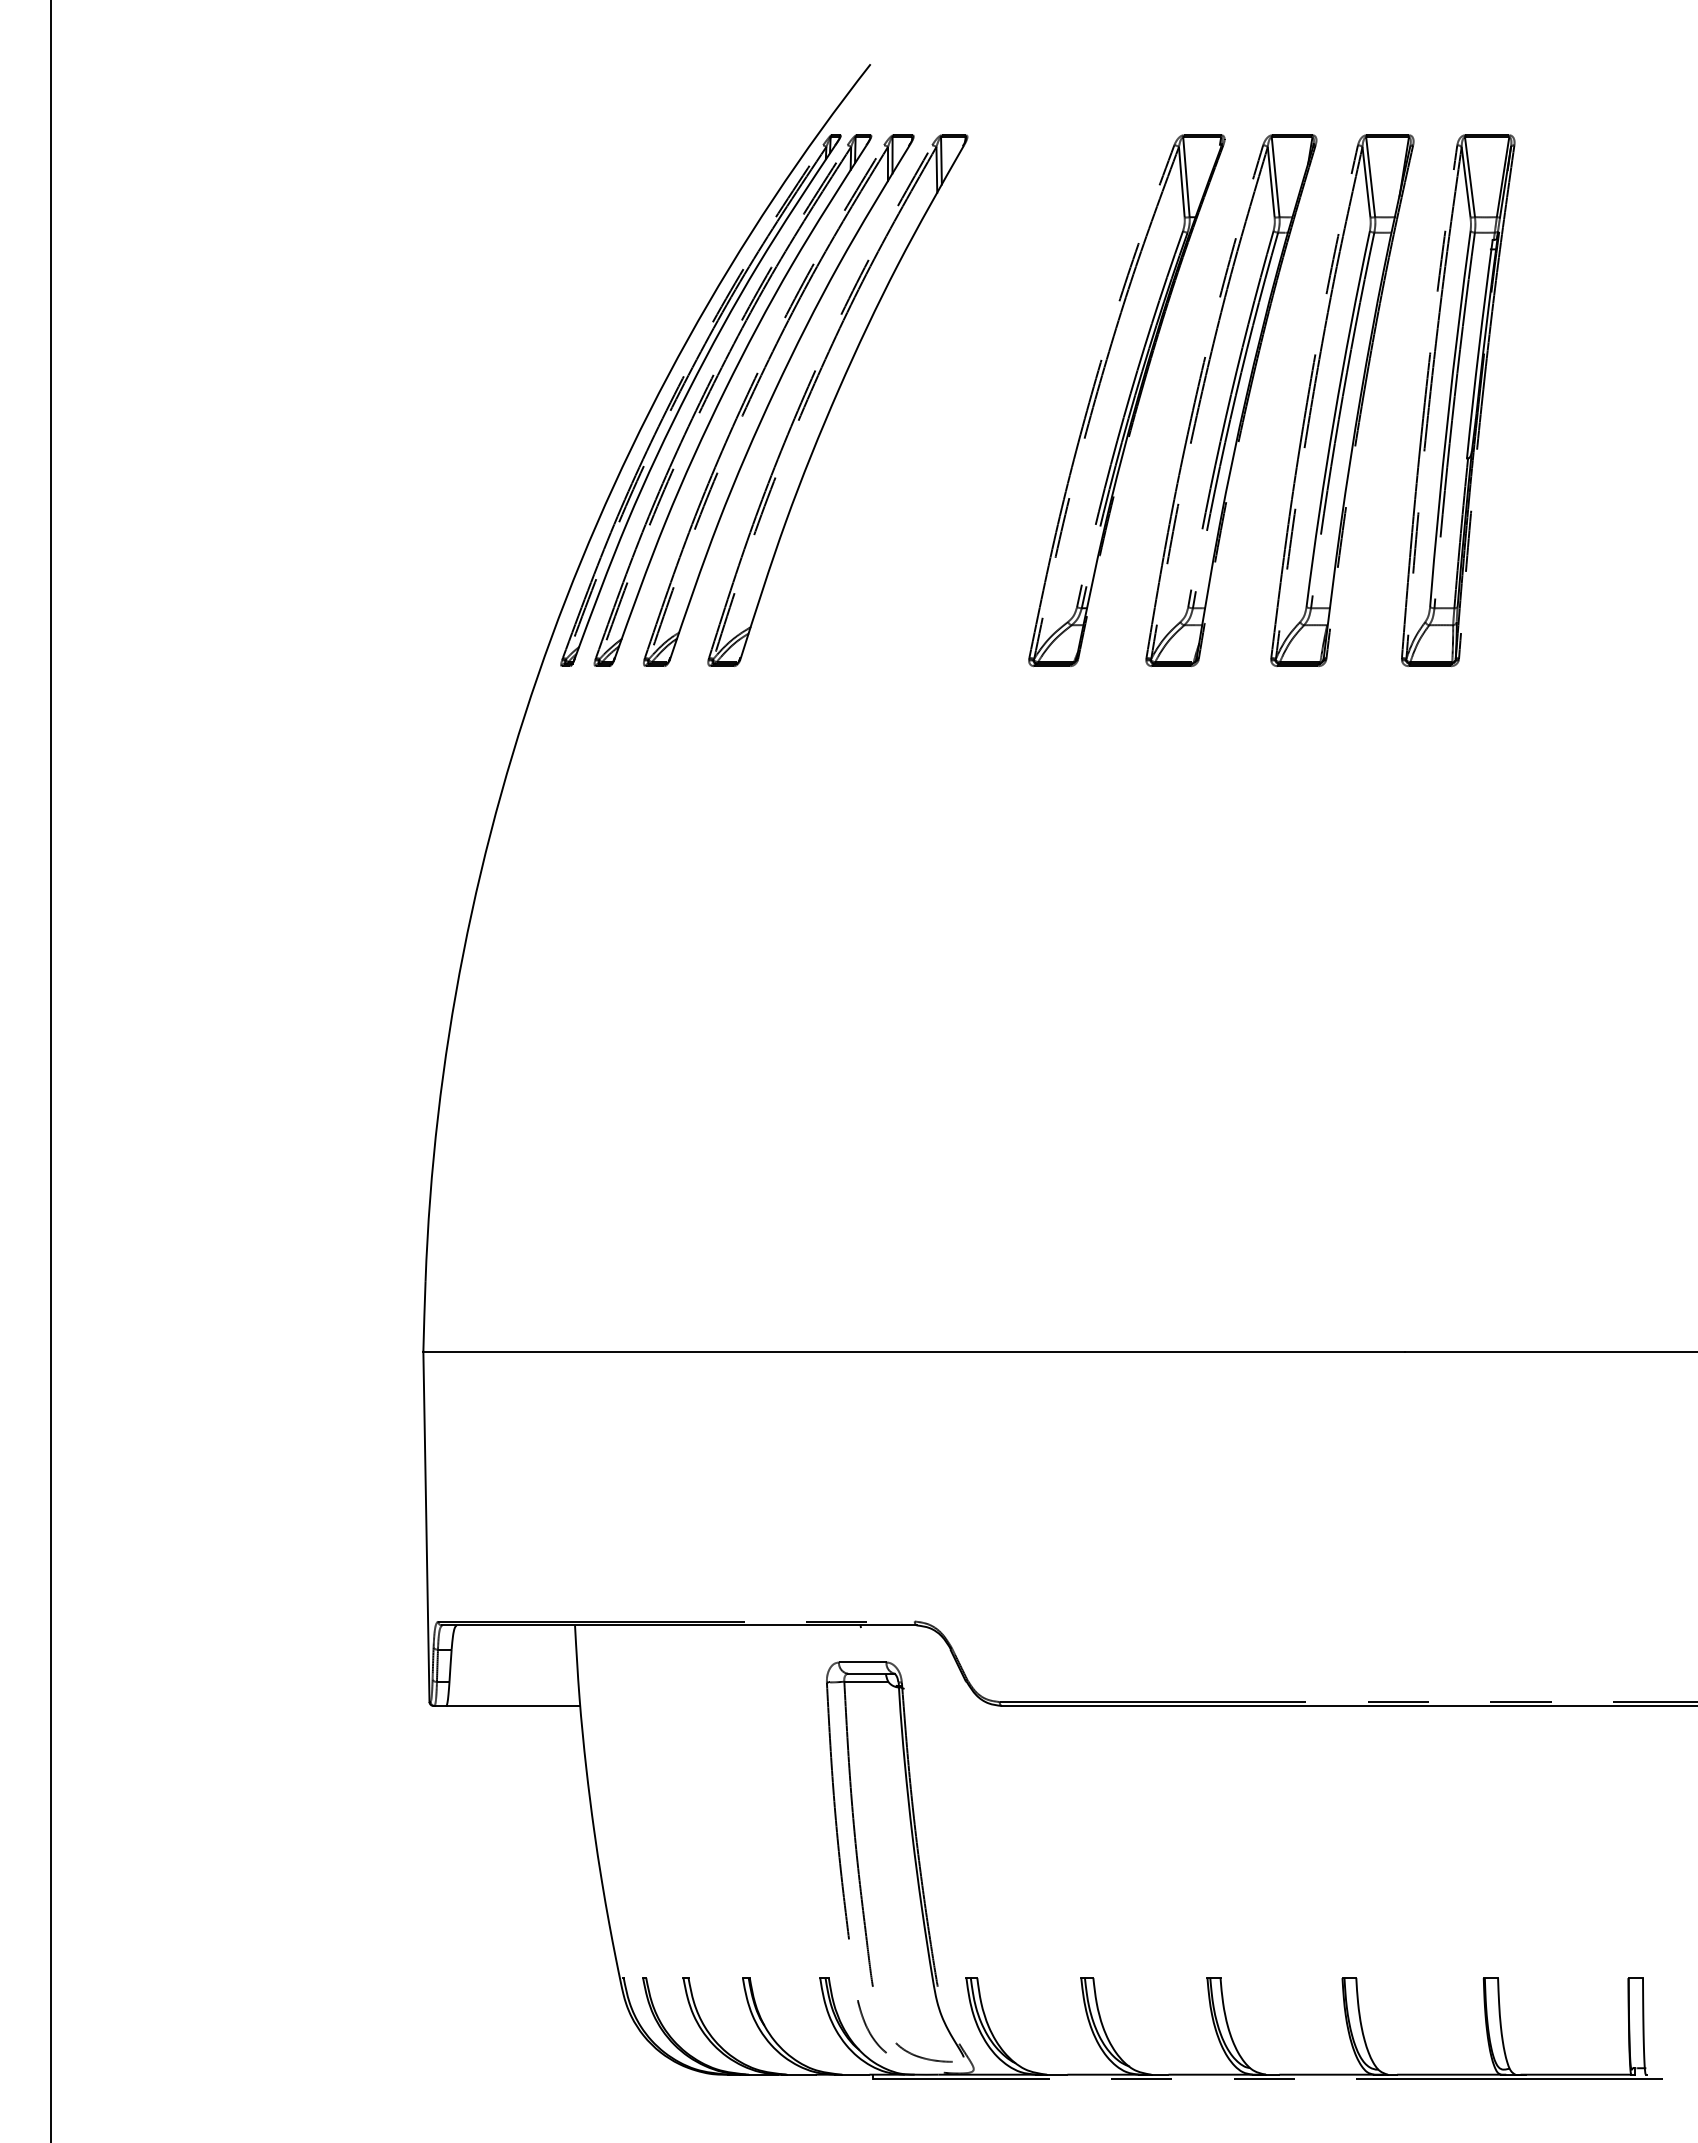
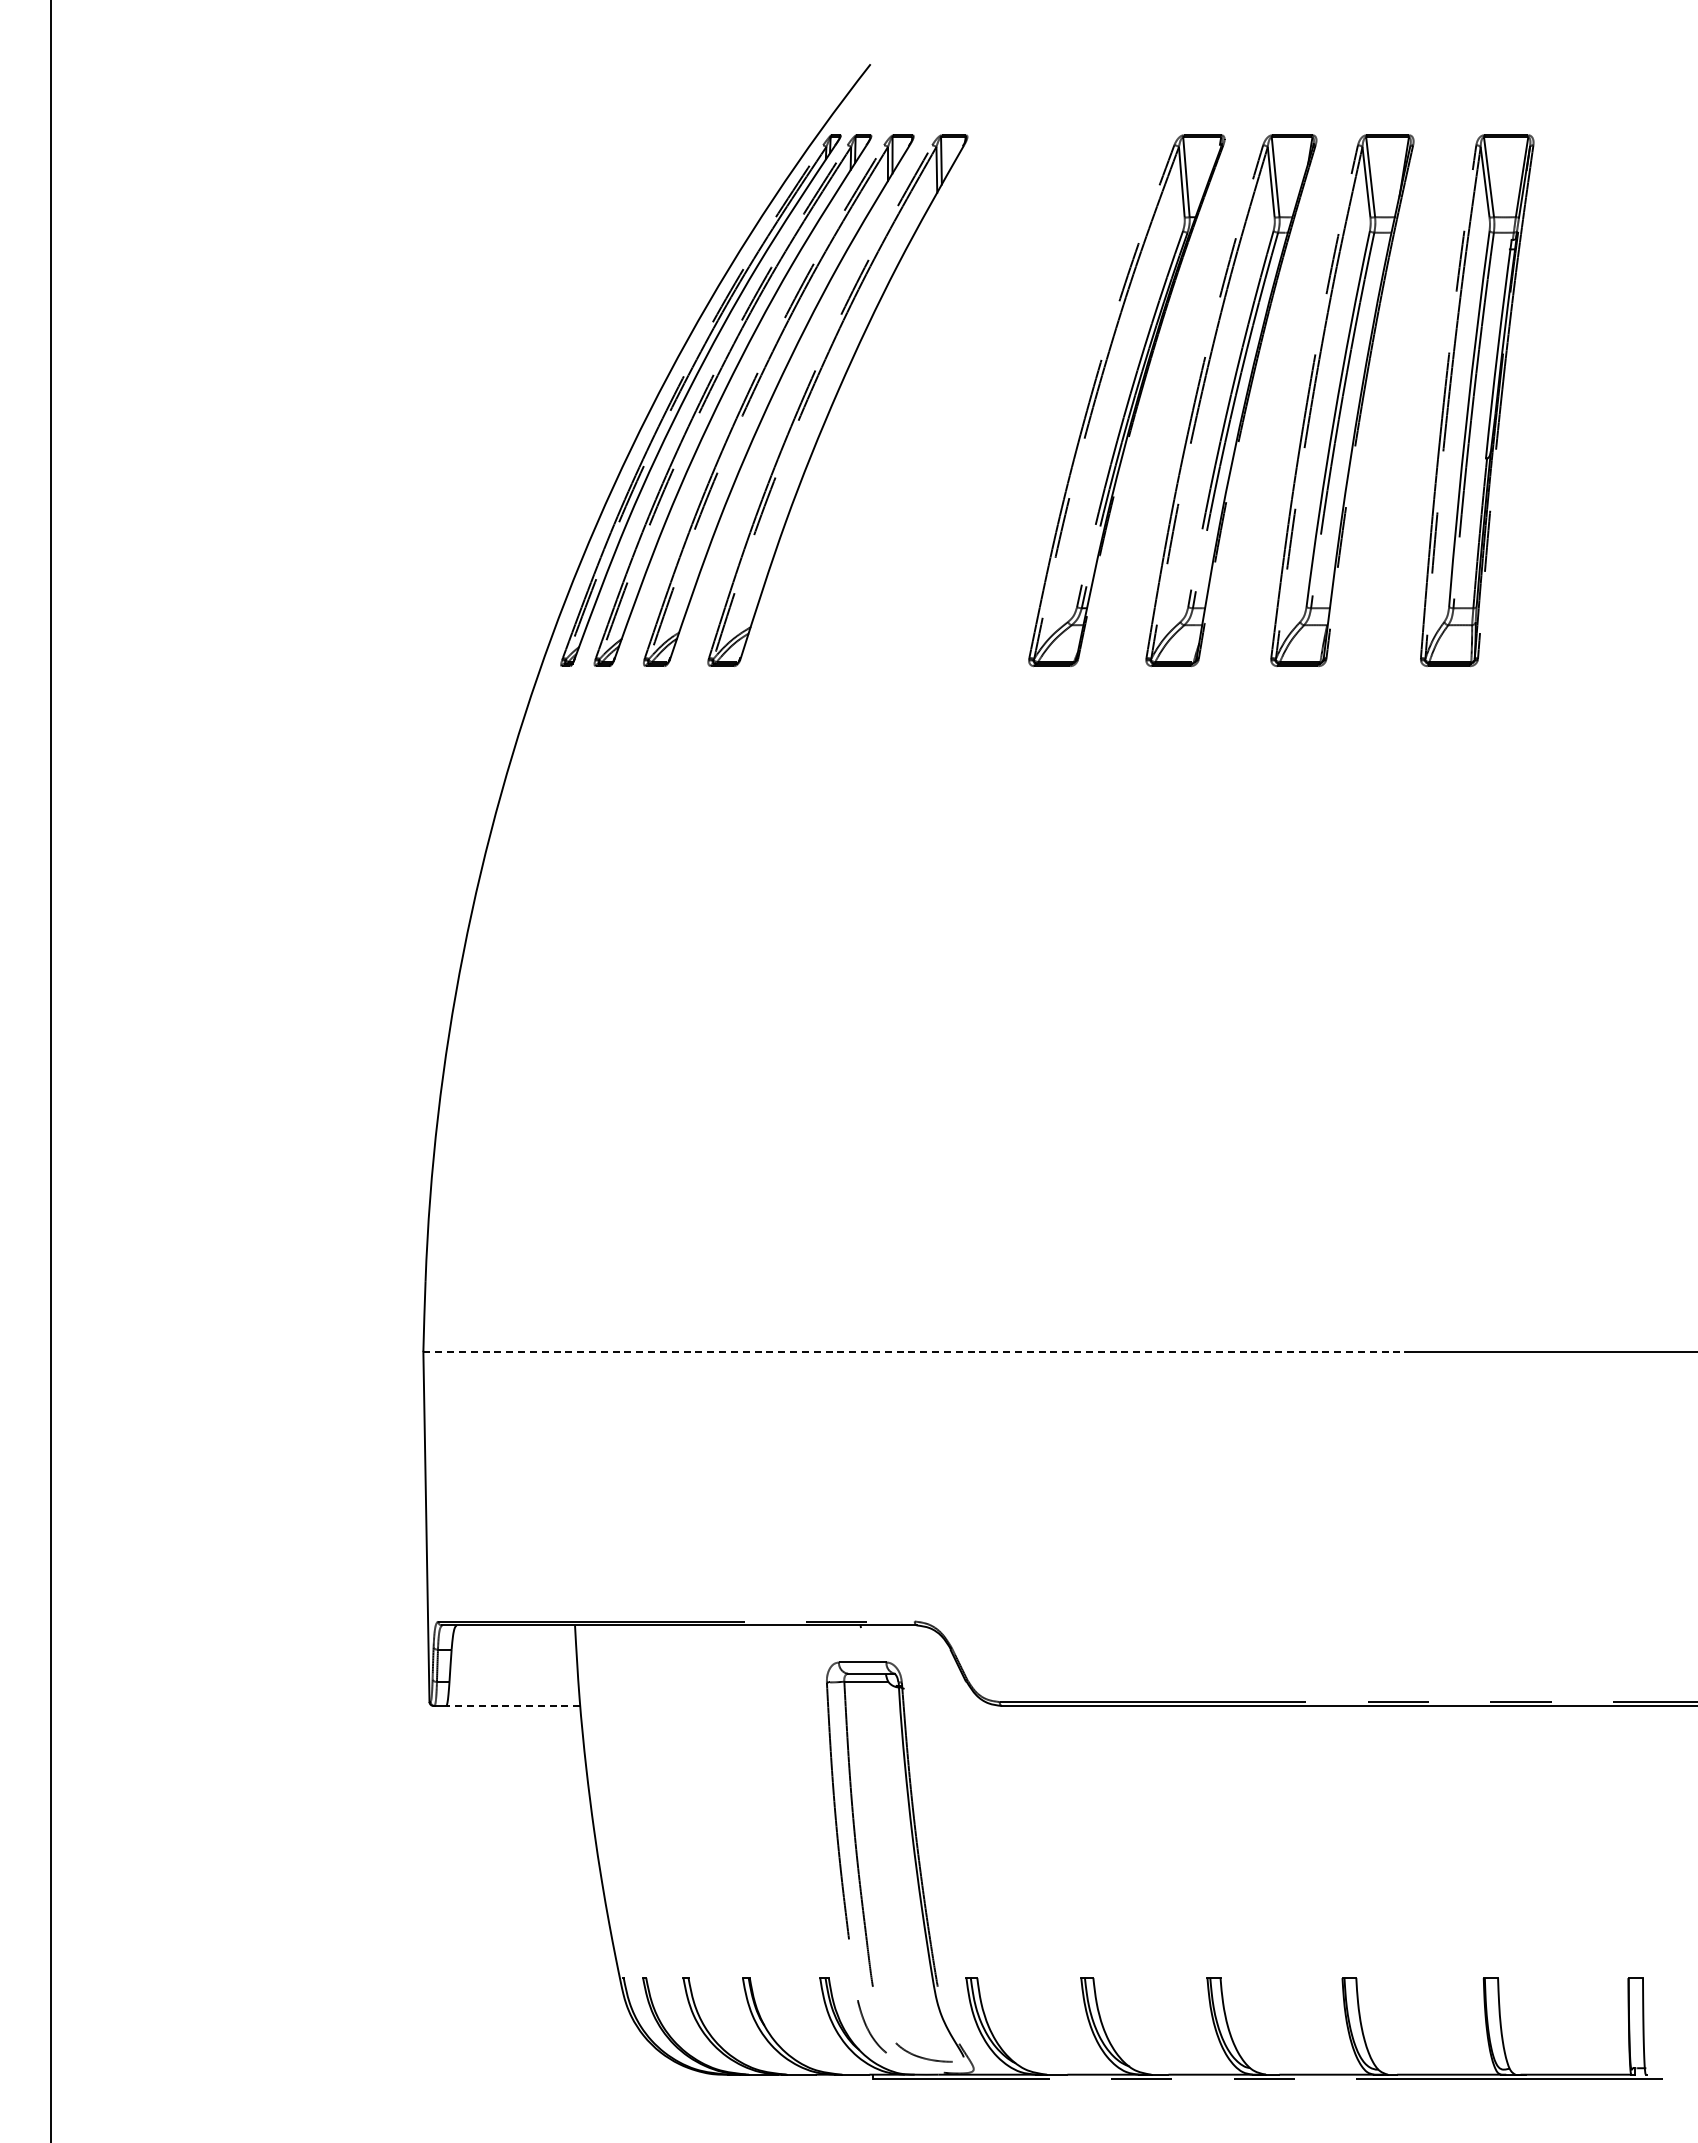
part at (1458, 400) position: (1458, 400) -> (1477, 400)
line at (914, 1351): solid -> dashed
line at (513, 1705): solid -> dashed
